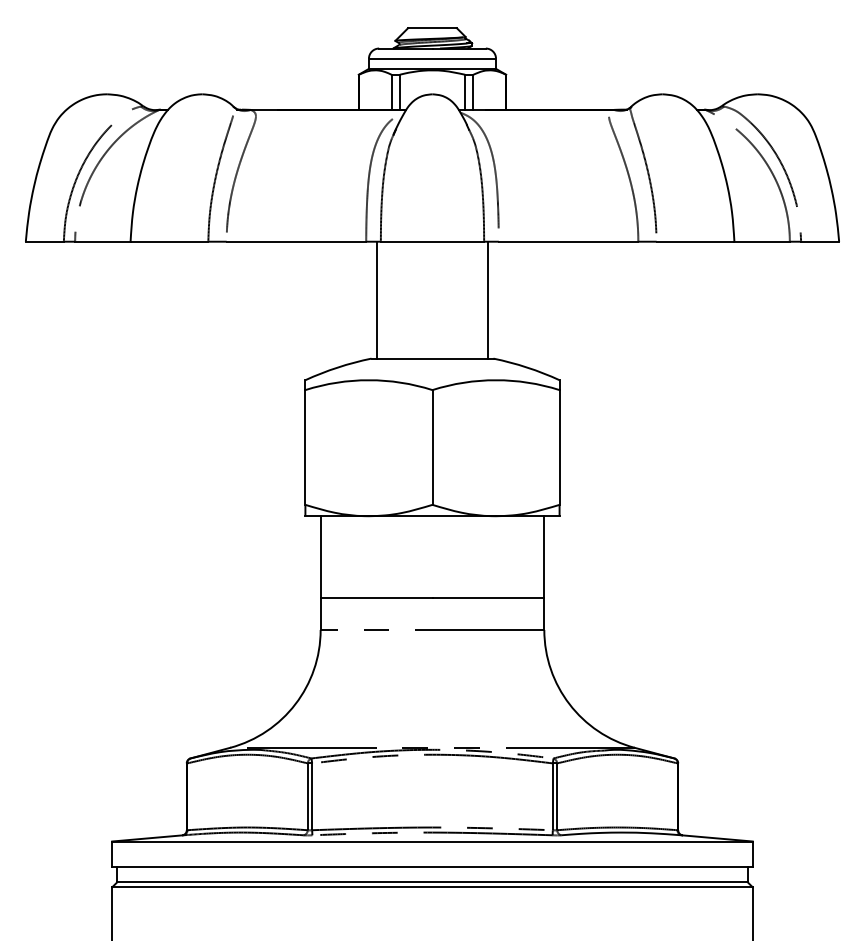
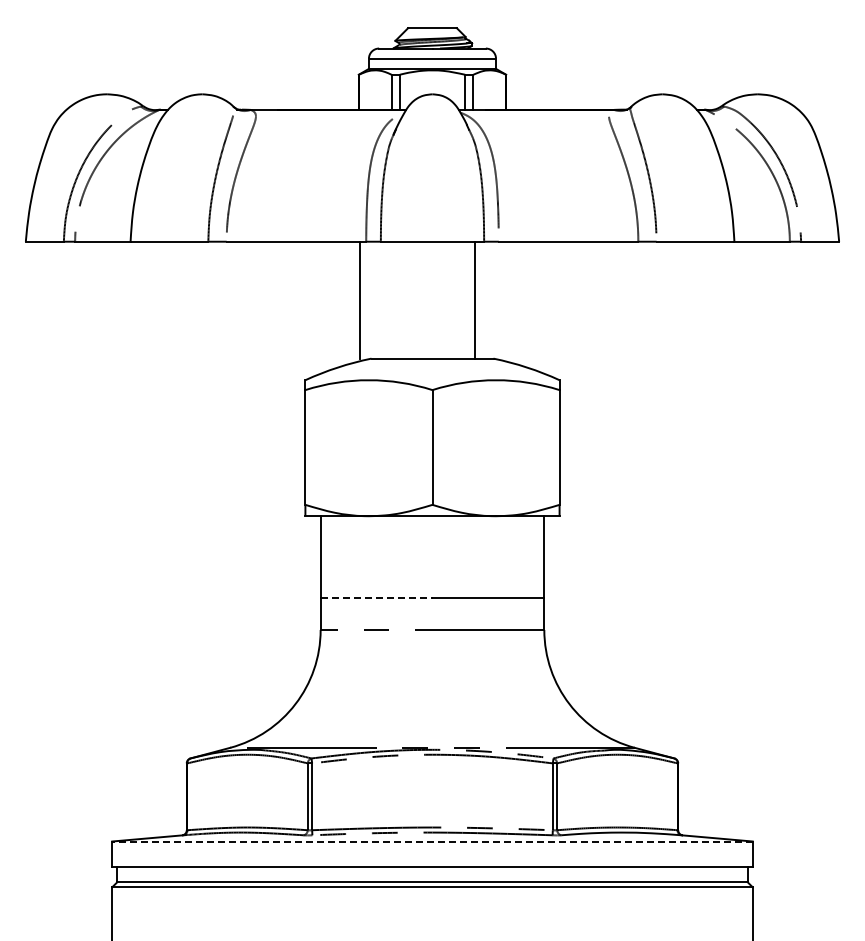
line at (376, 299) position: (376, 299) -> (359, 299)
line at (488, 299) position: (488, 299) -> (475, 299)
line at (376, 597): solid -> dashed
line at (431, 841): solid -> dashed
